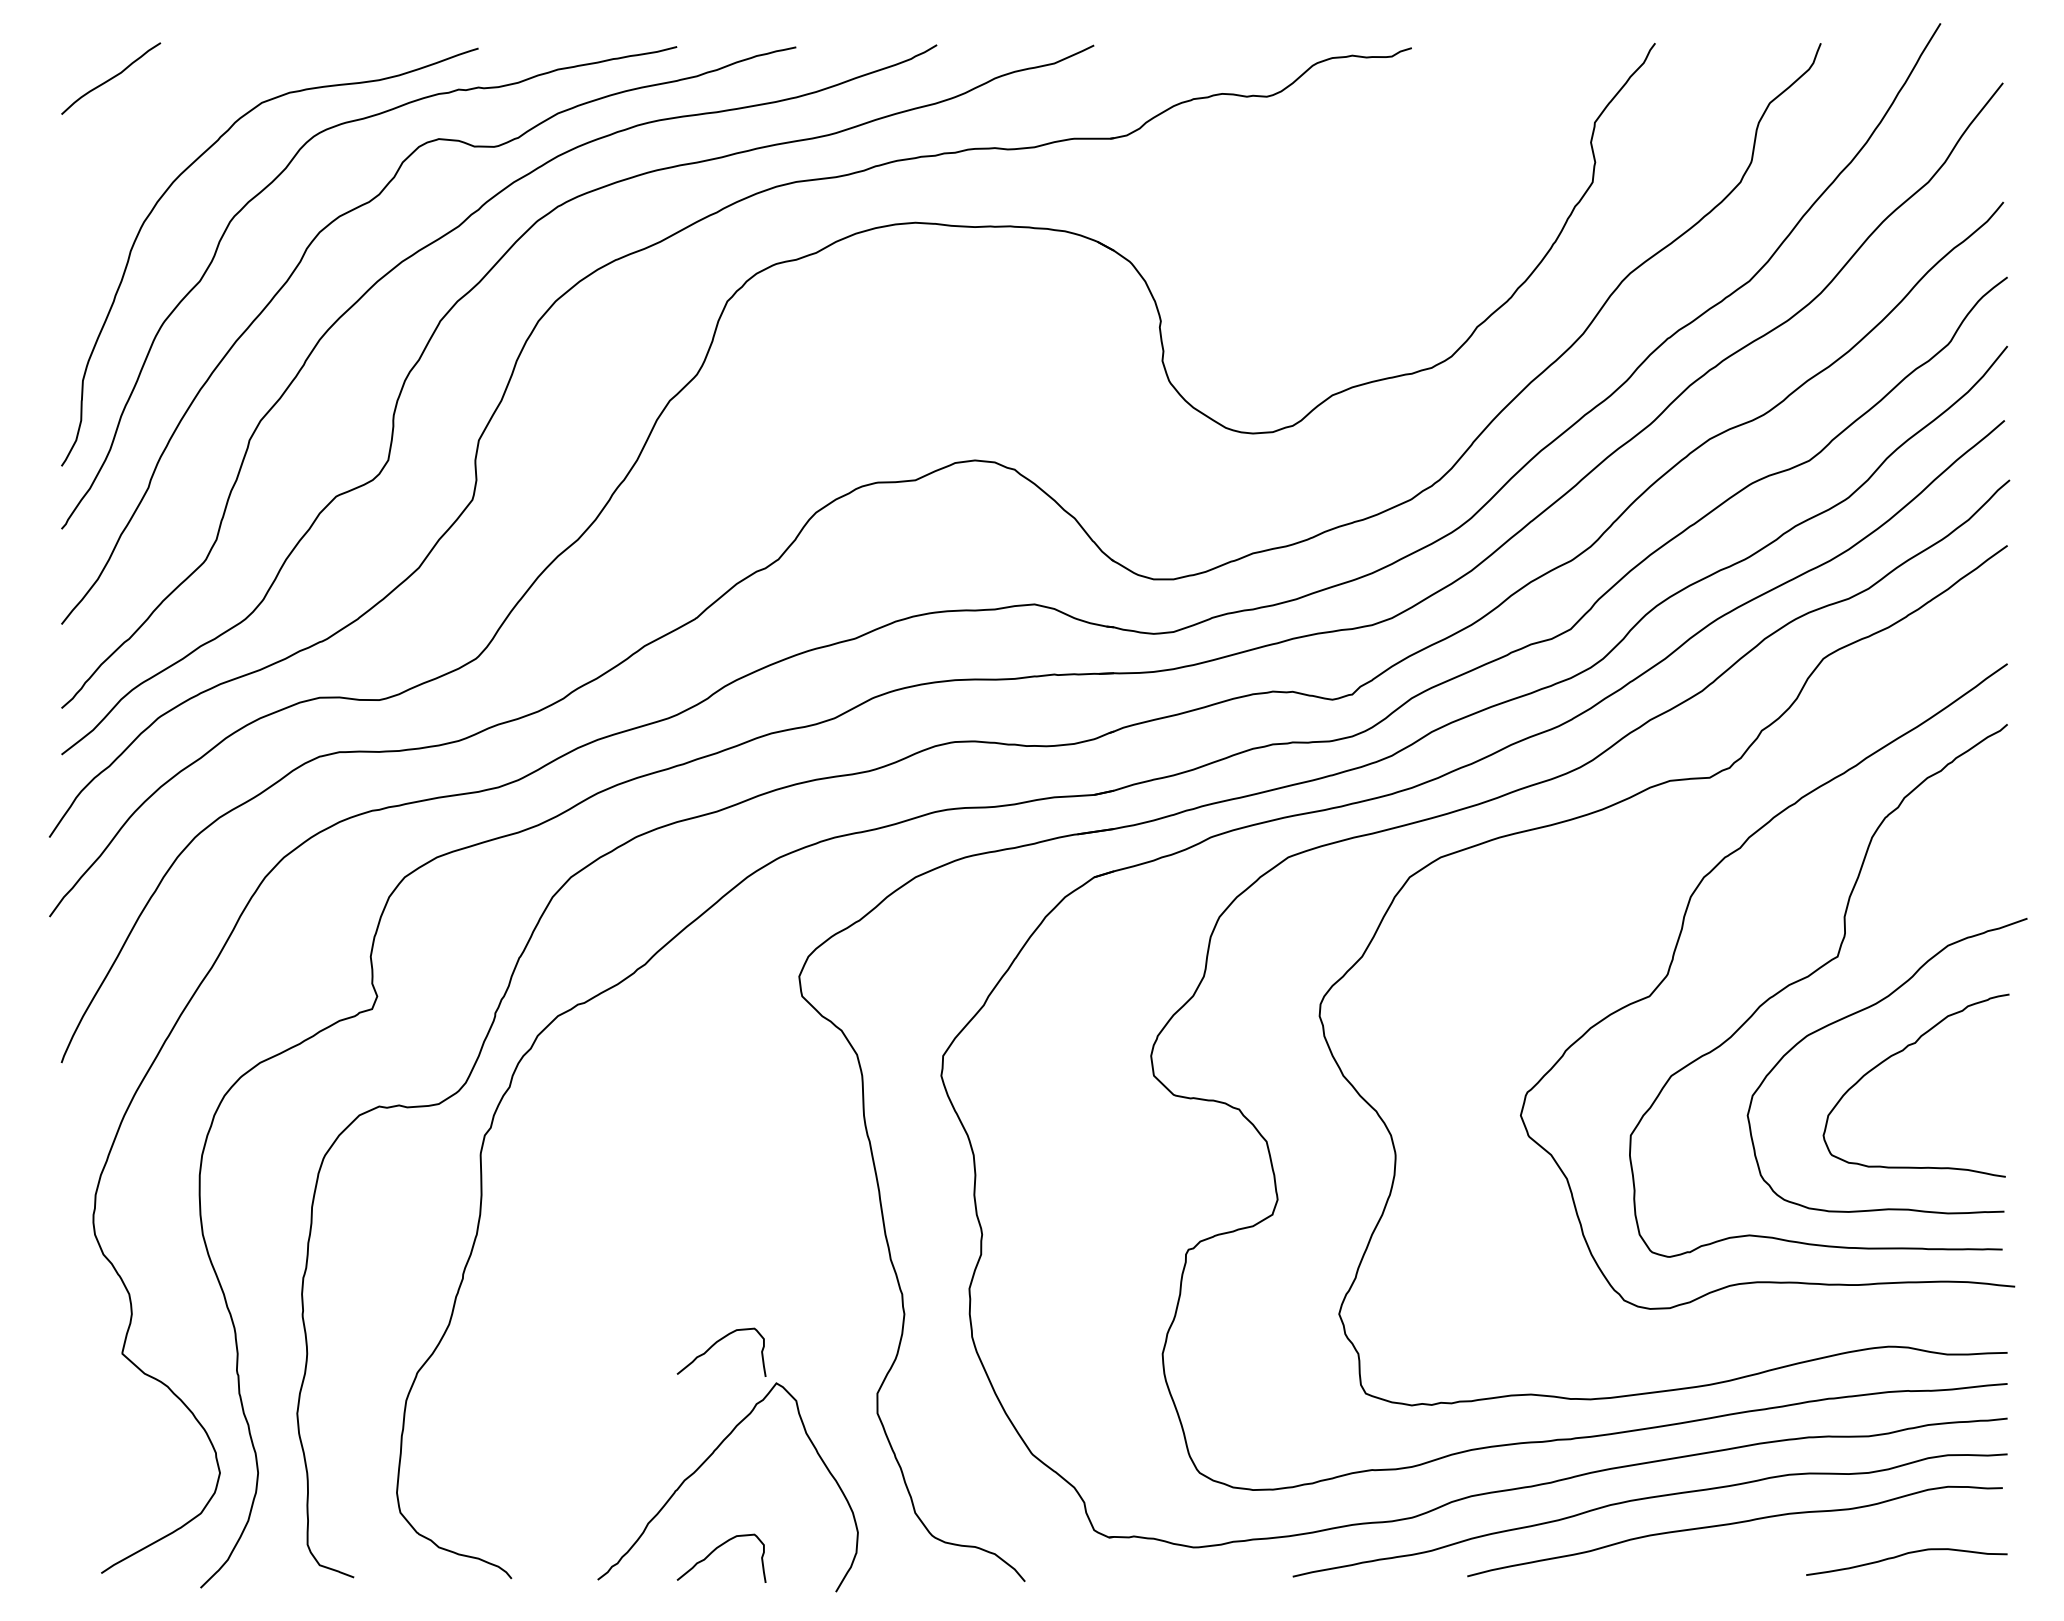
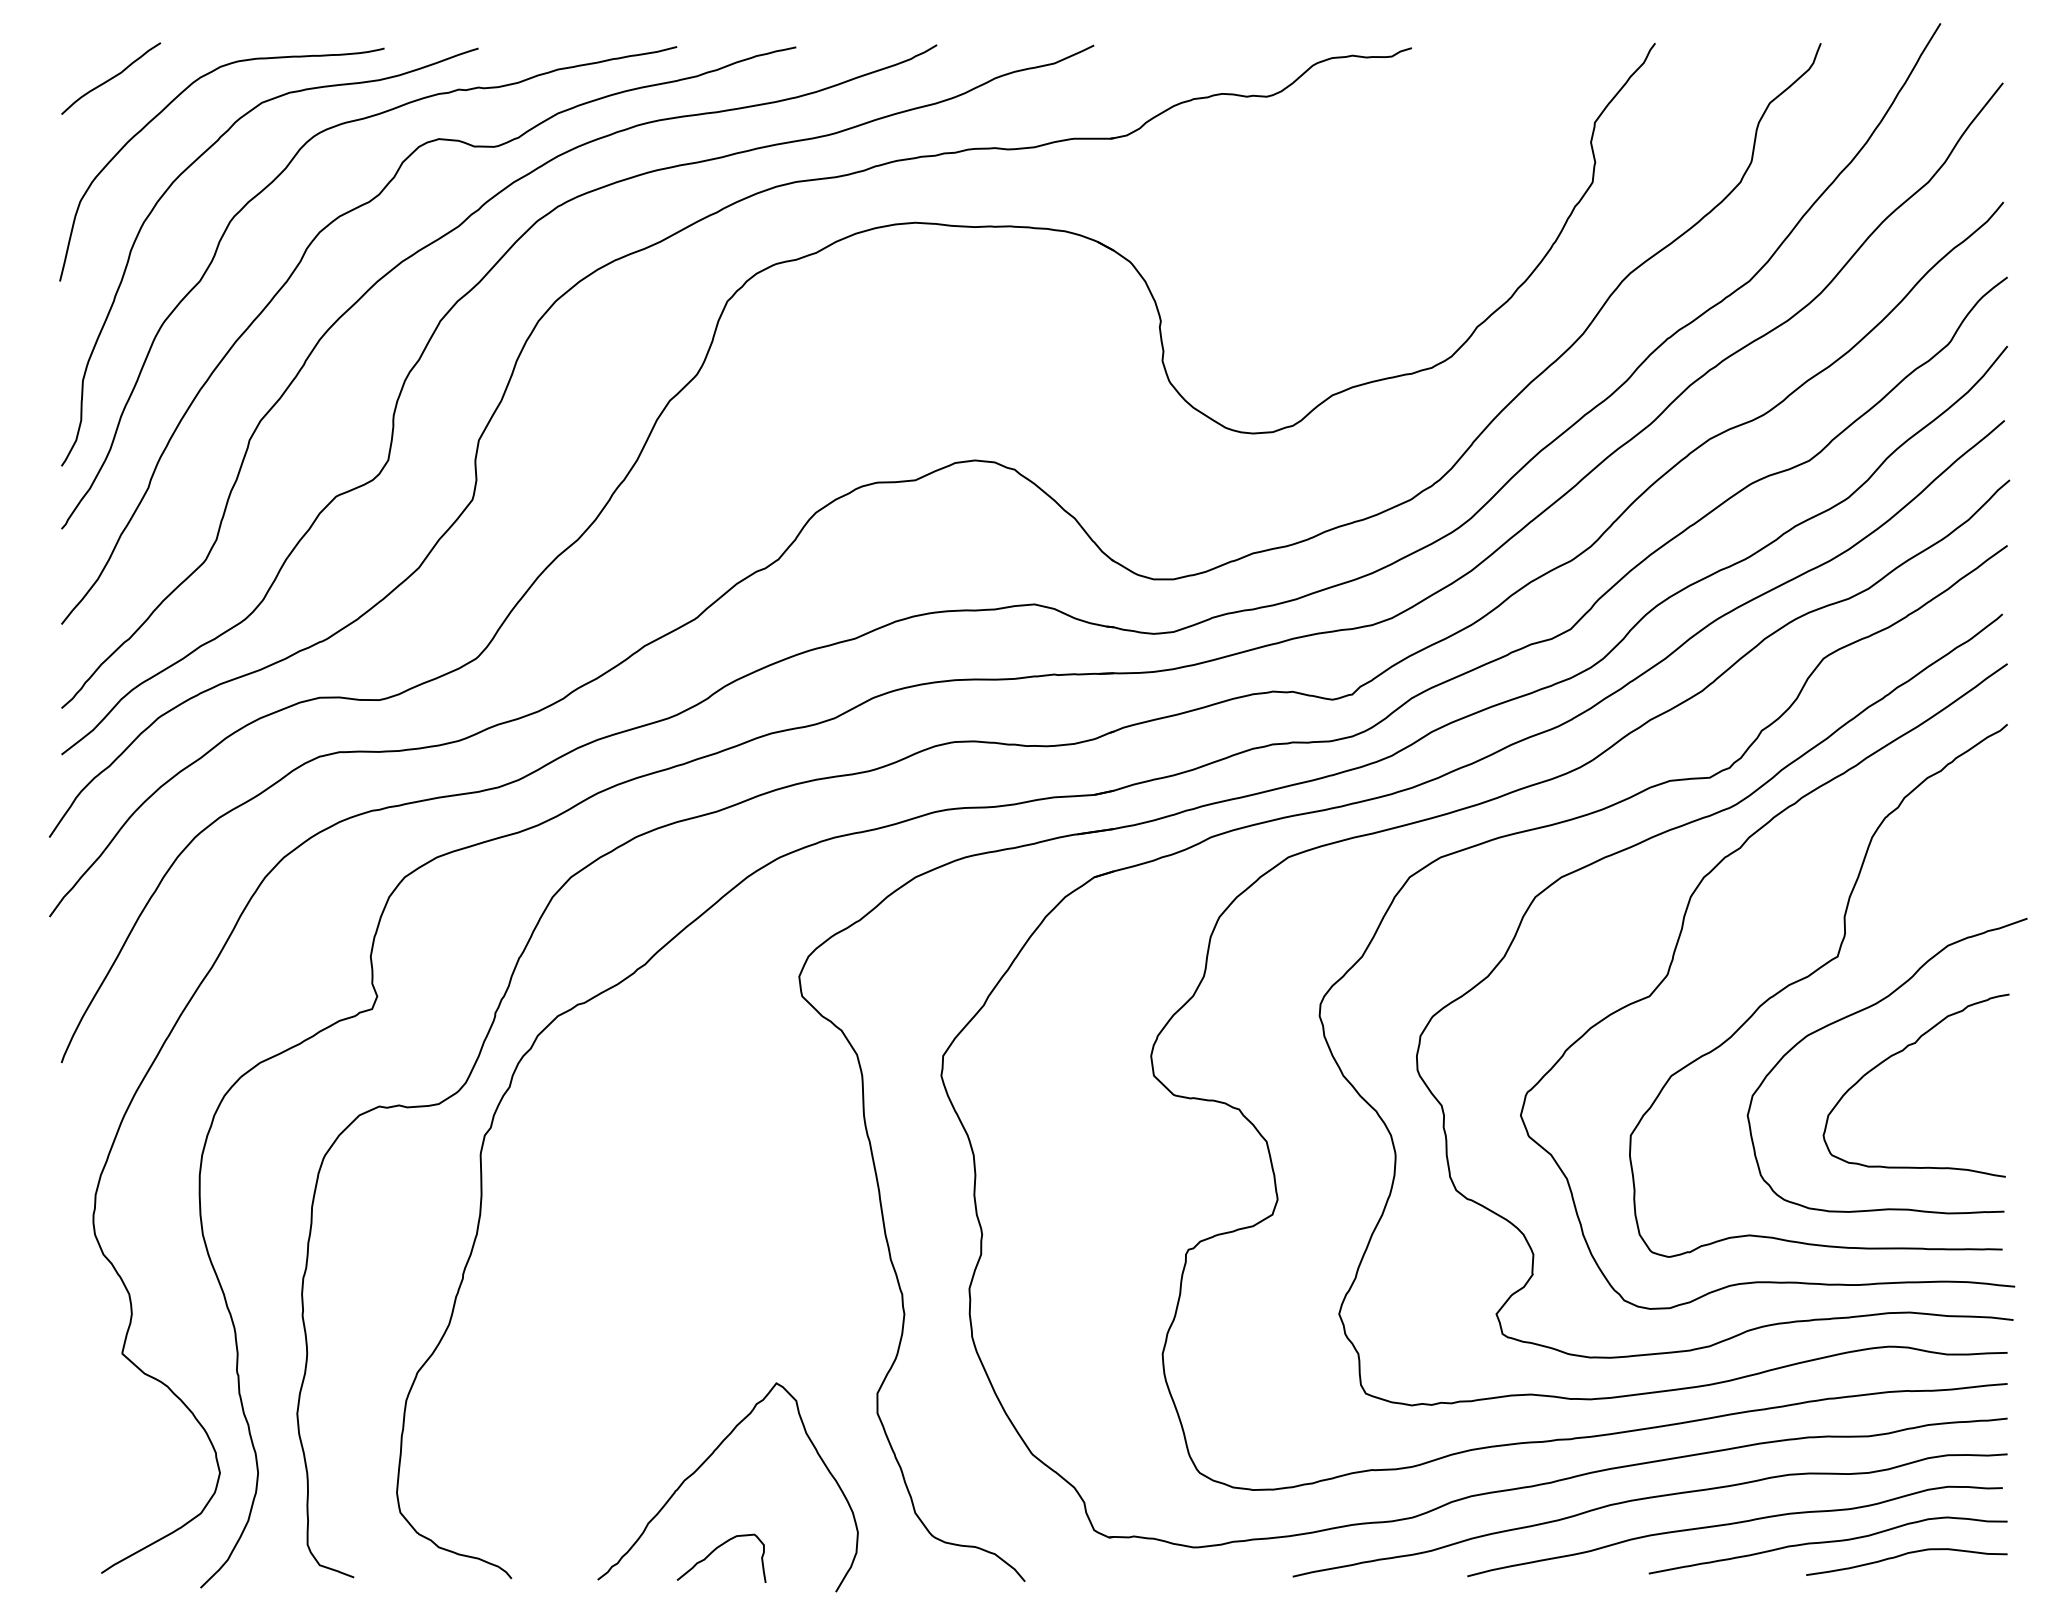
curve at (166, 108): none -> present
curve at (1648, 840): none -> present
curve at (715, 1344): present -> none
curve at (1825, 1543): none -> present
